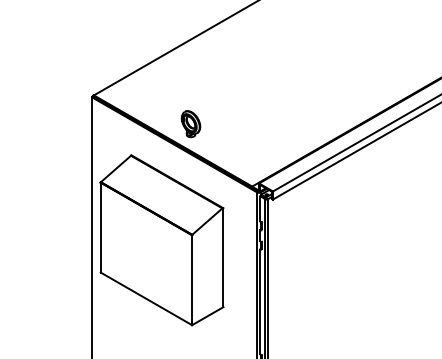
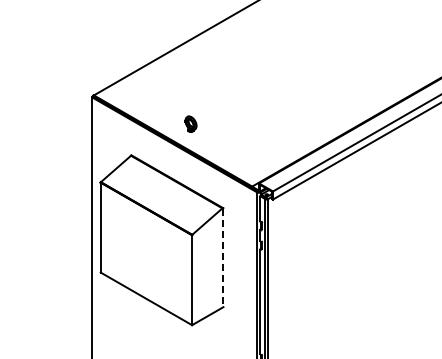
part at (190, 124) size: 22x29 px -> 14x18 px
line at (223, 258): solid -> dashed
